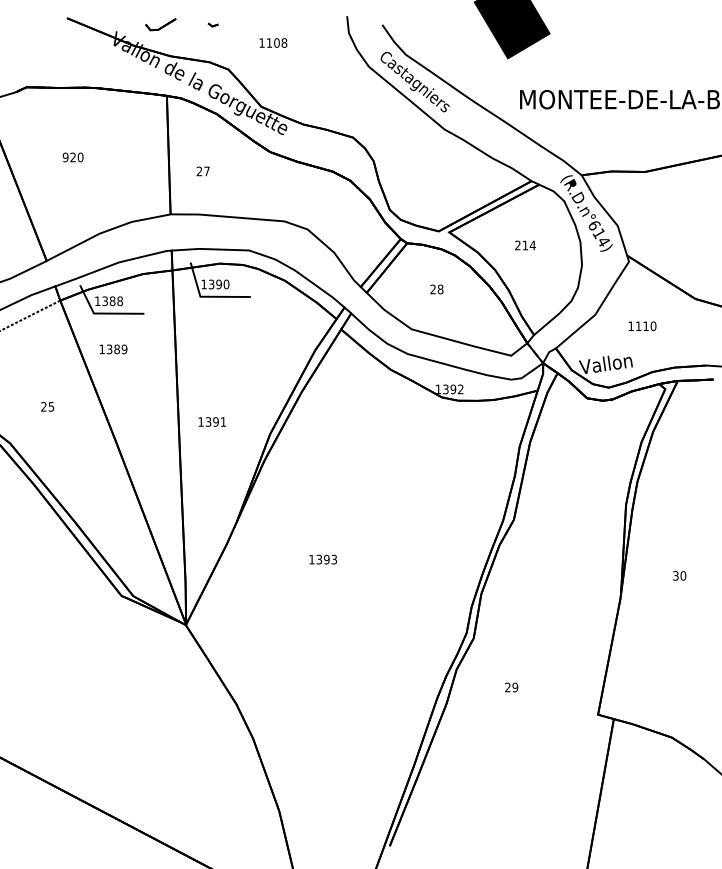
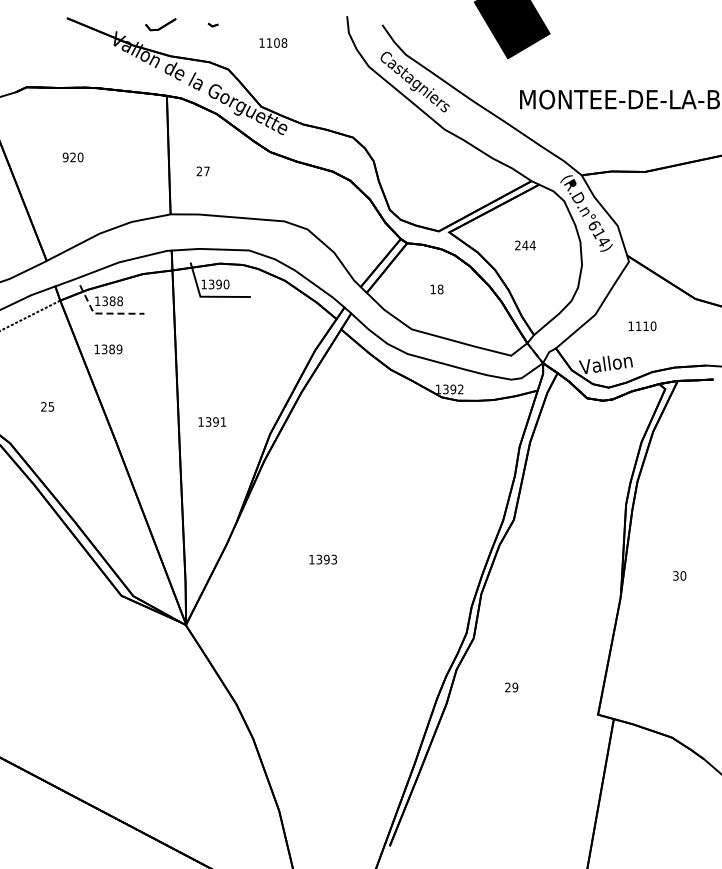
text at (525, 245): 214 -> 244
text at (432, 289): 28 -> 18
line at (102, 313): solid -> dashed
text at (113, 349) position: (113, 349) -> (108, 349)
